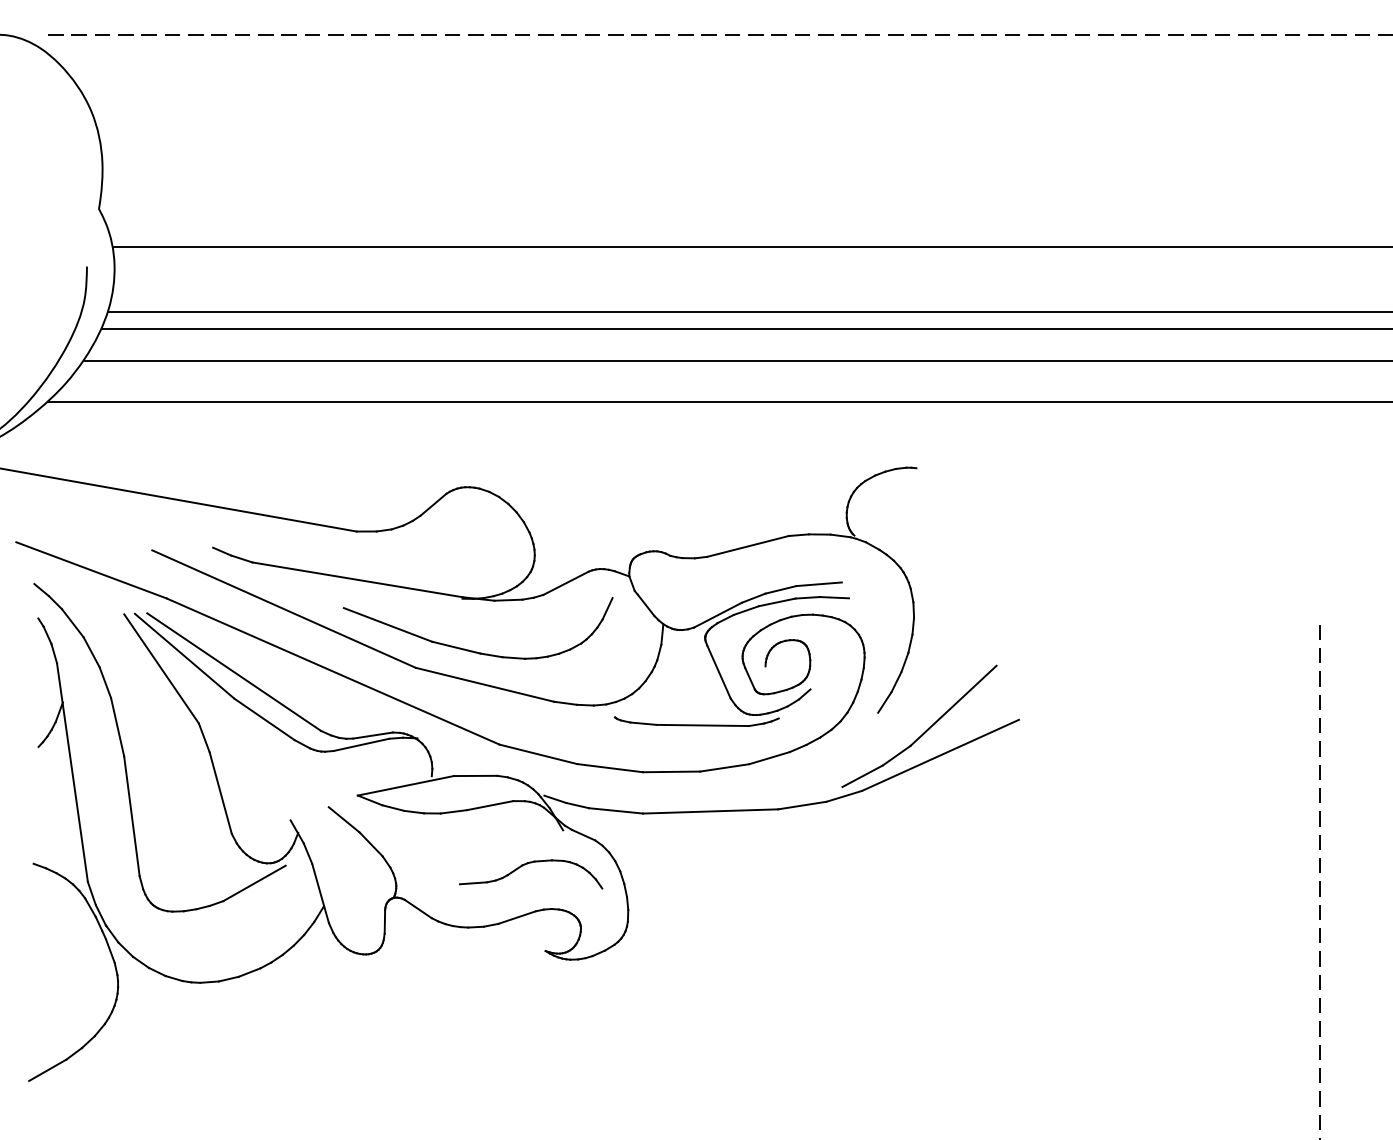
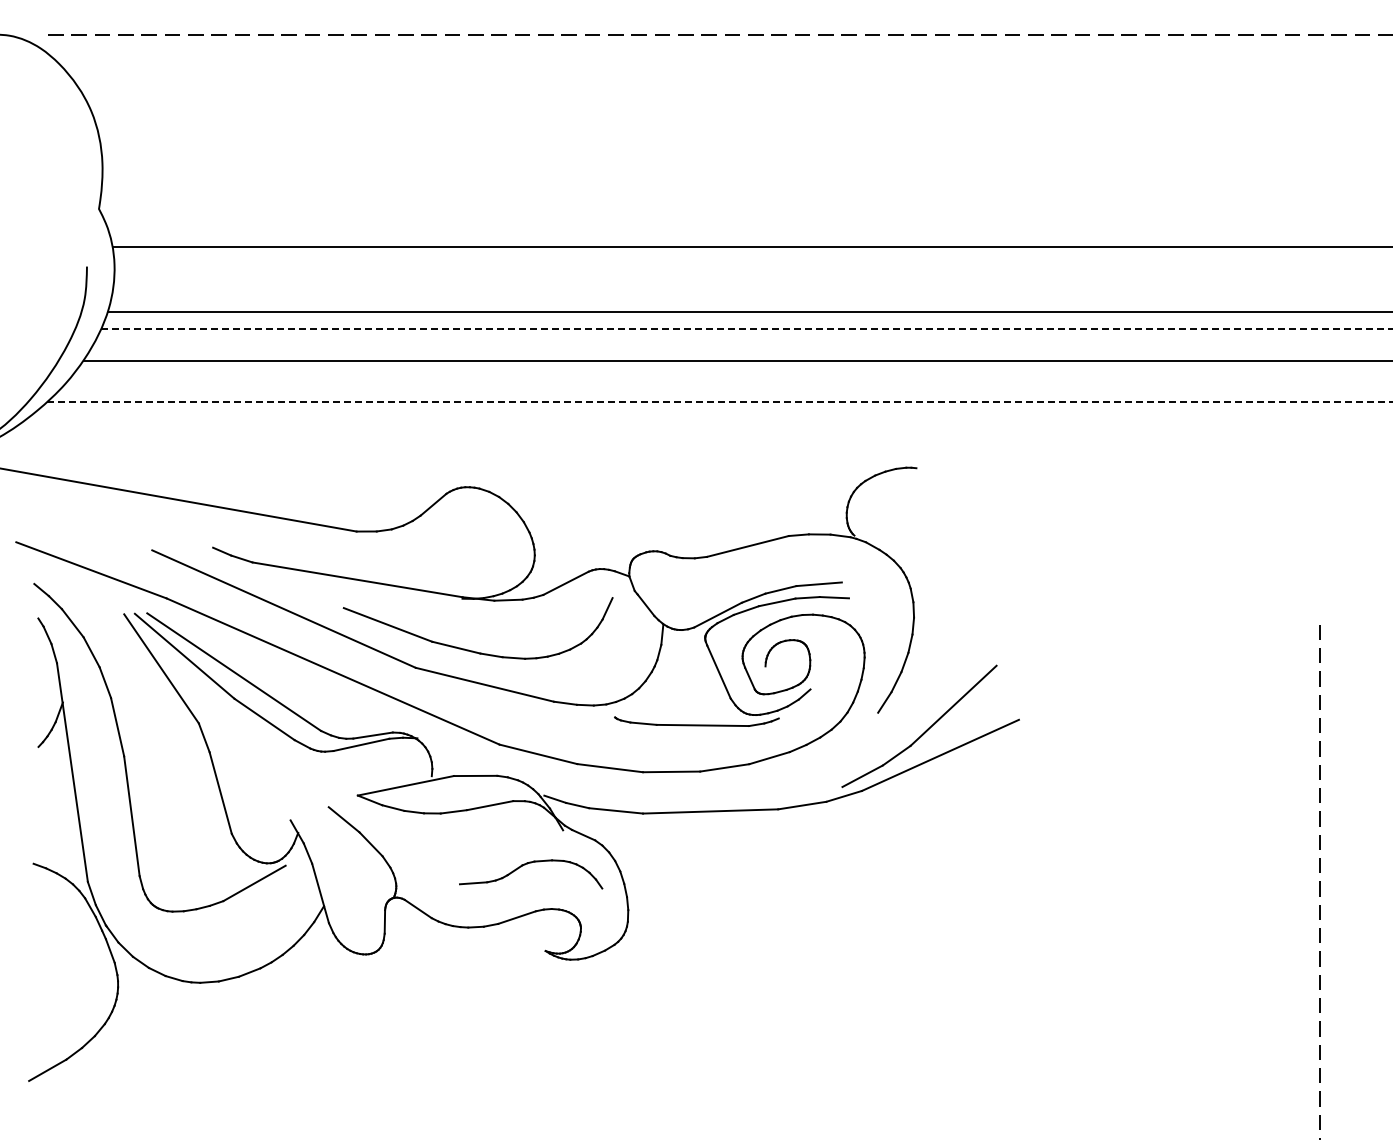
line at (747, 328): solid -> dashed
line at (719, 402): solid -> dashed
